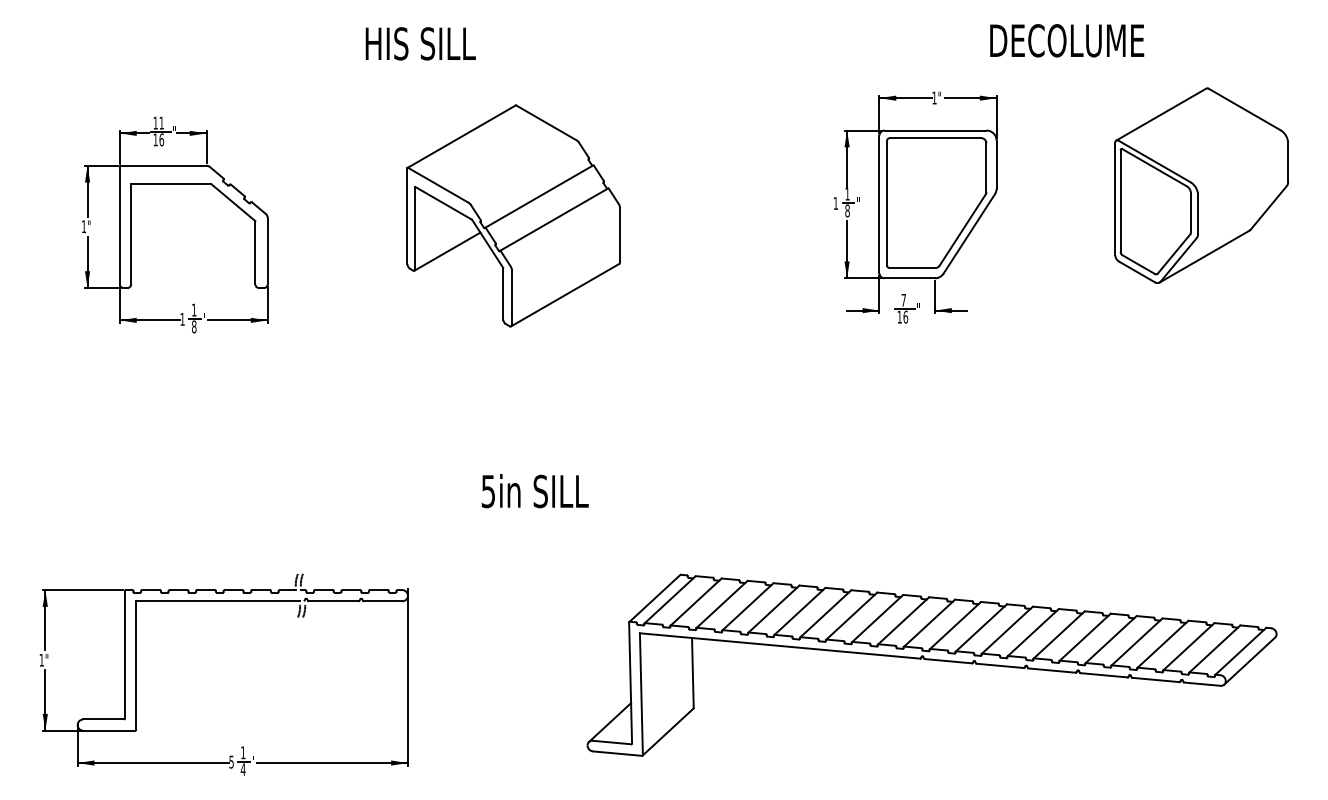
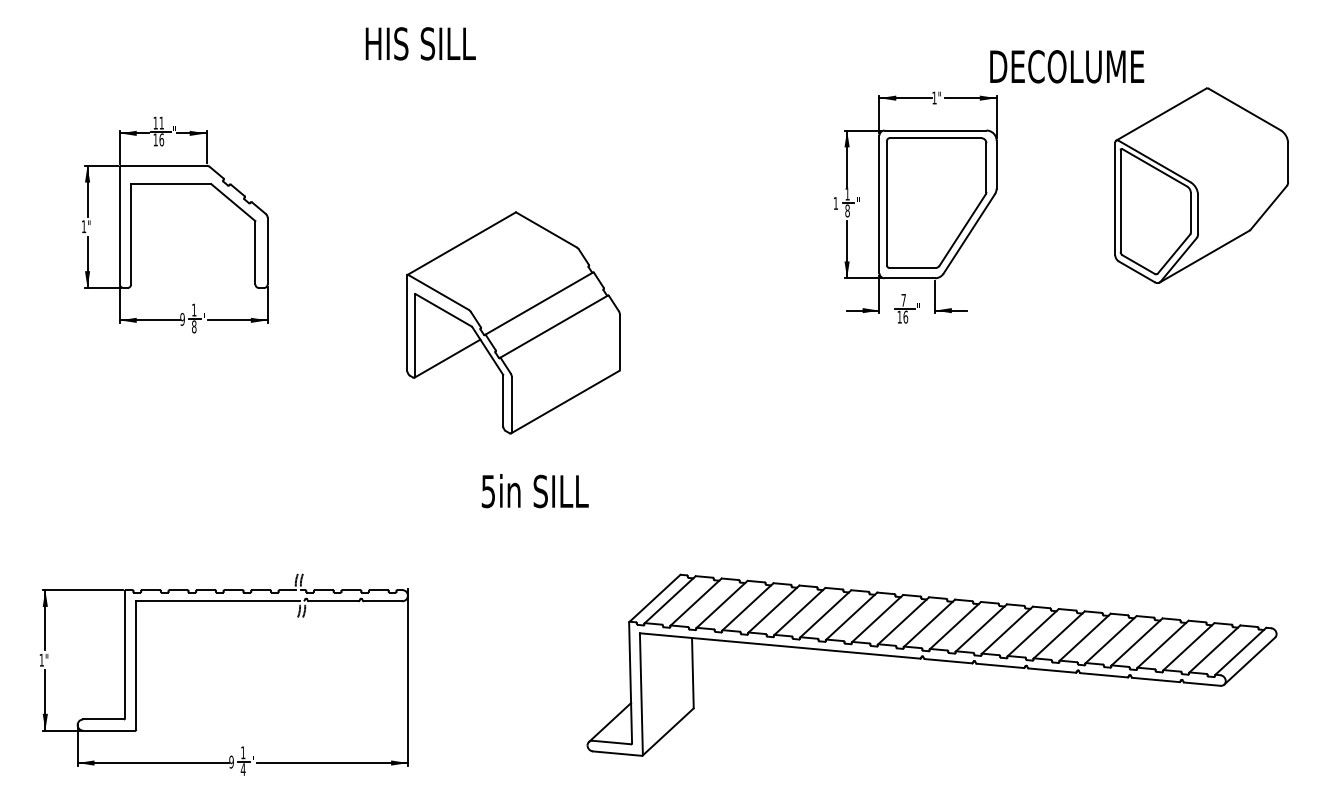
text at (1067, 40) position: (1067, 40) -> (1067, 66)
part at (513, 215) position: (513, 215) -> (513, 322)
text at (182, 318): 1 -> 9
text at (231, 761): 5 -> 9
